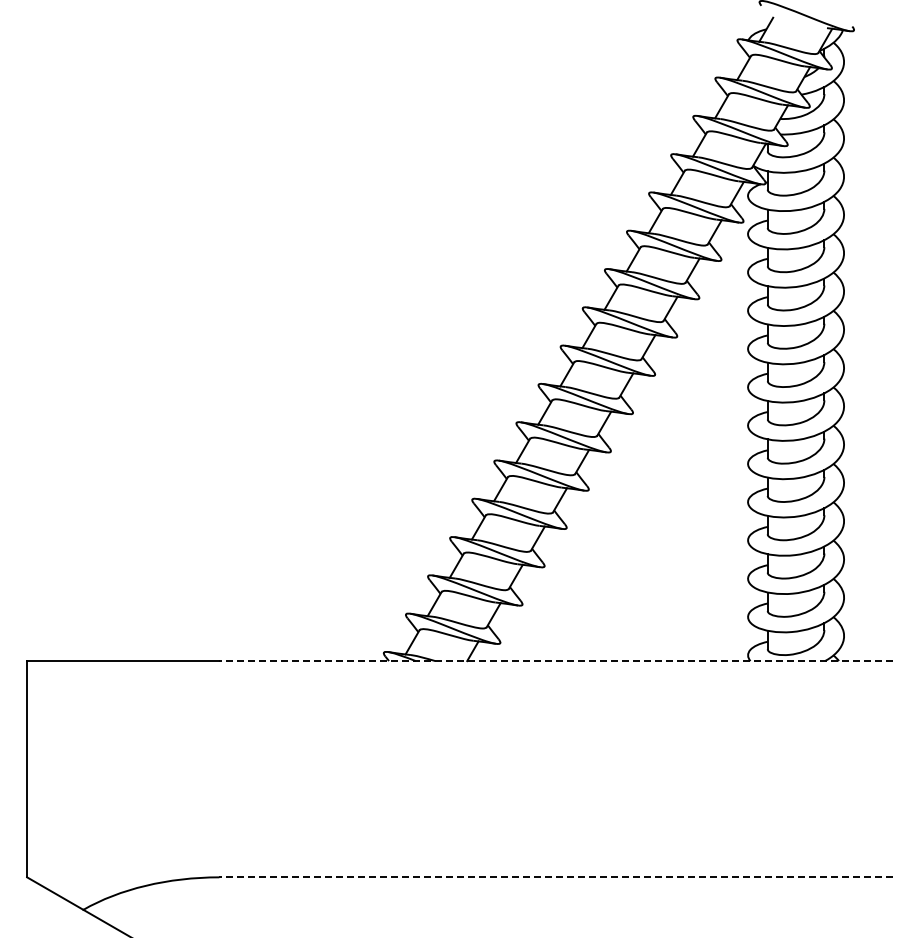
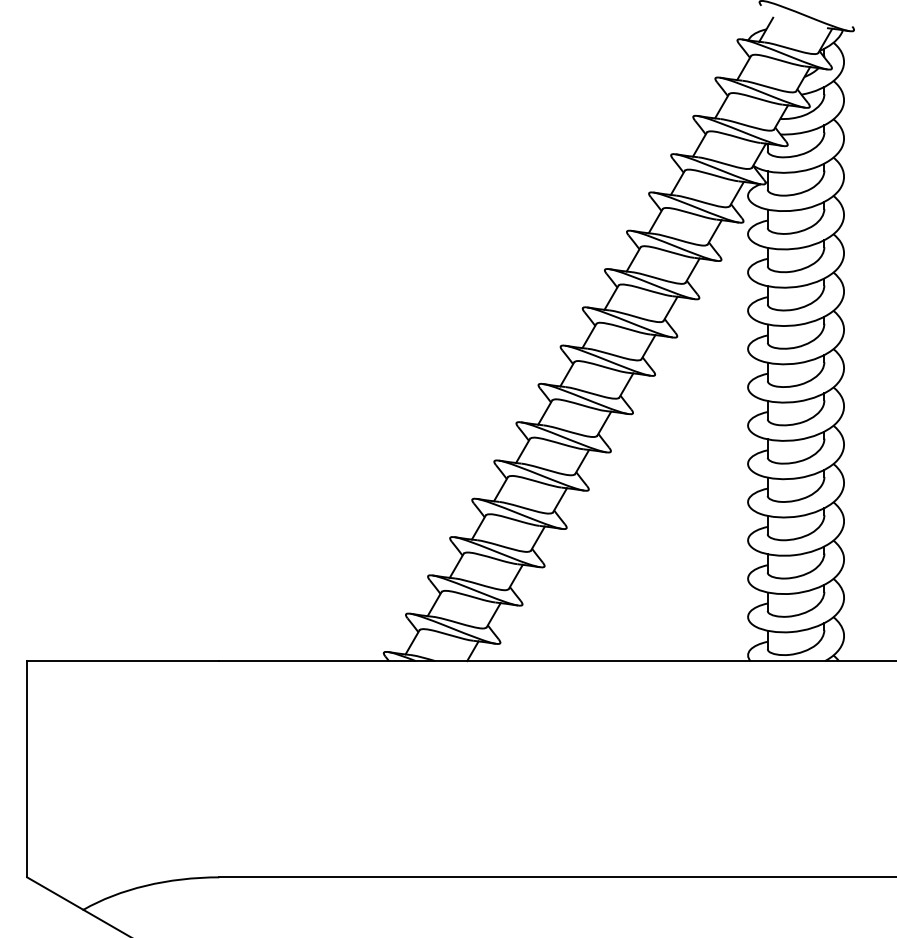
line at (557, 661): dashed -> solid
line at (557, 877): dashed -> solid
